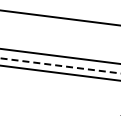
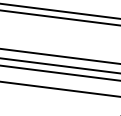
line at (59, 11): none -> present
line at (60, 65): dashed -> solid
line at (59, 88): none -> present
